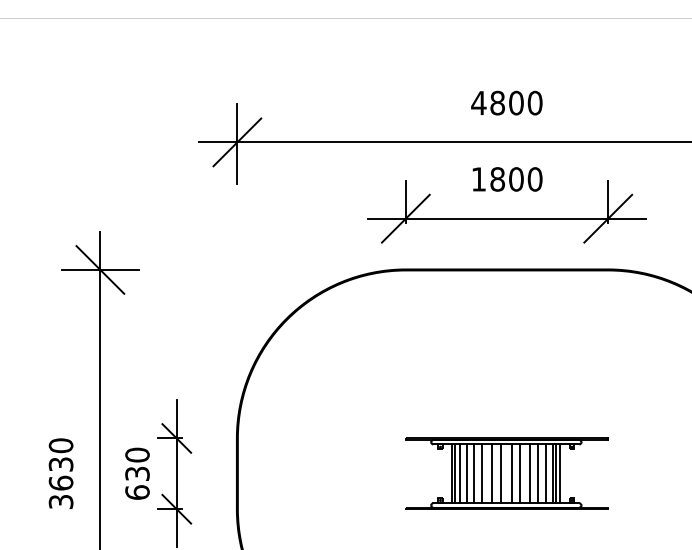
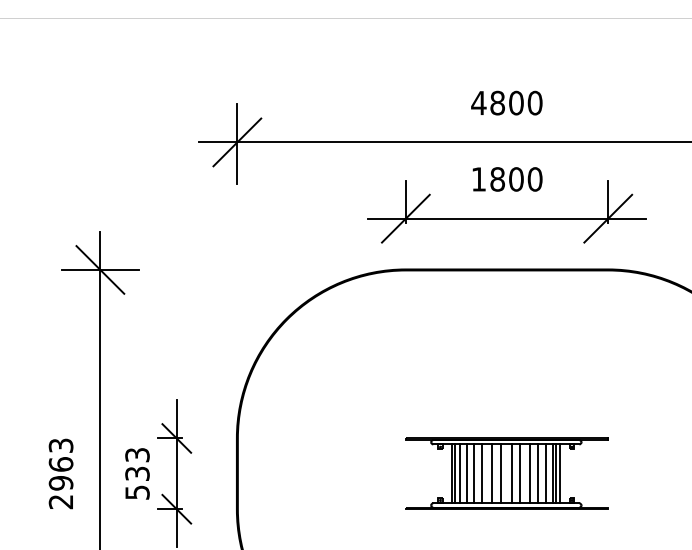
text at (60, 473): 3630 -> 2963
text at (137, 473): 630 -> 533
